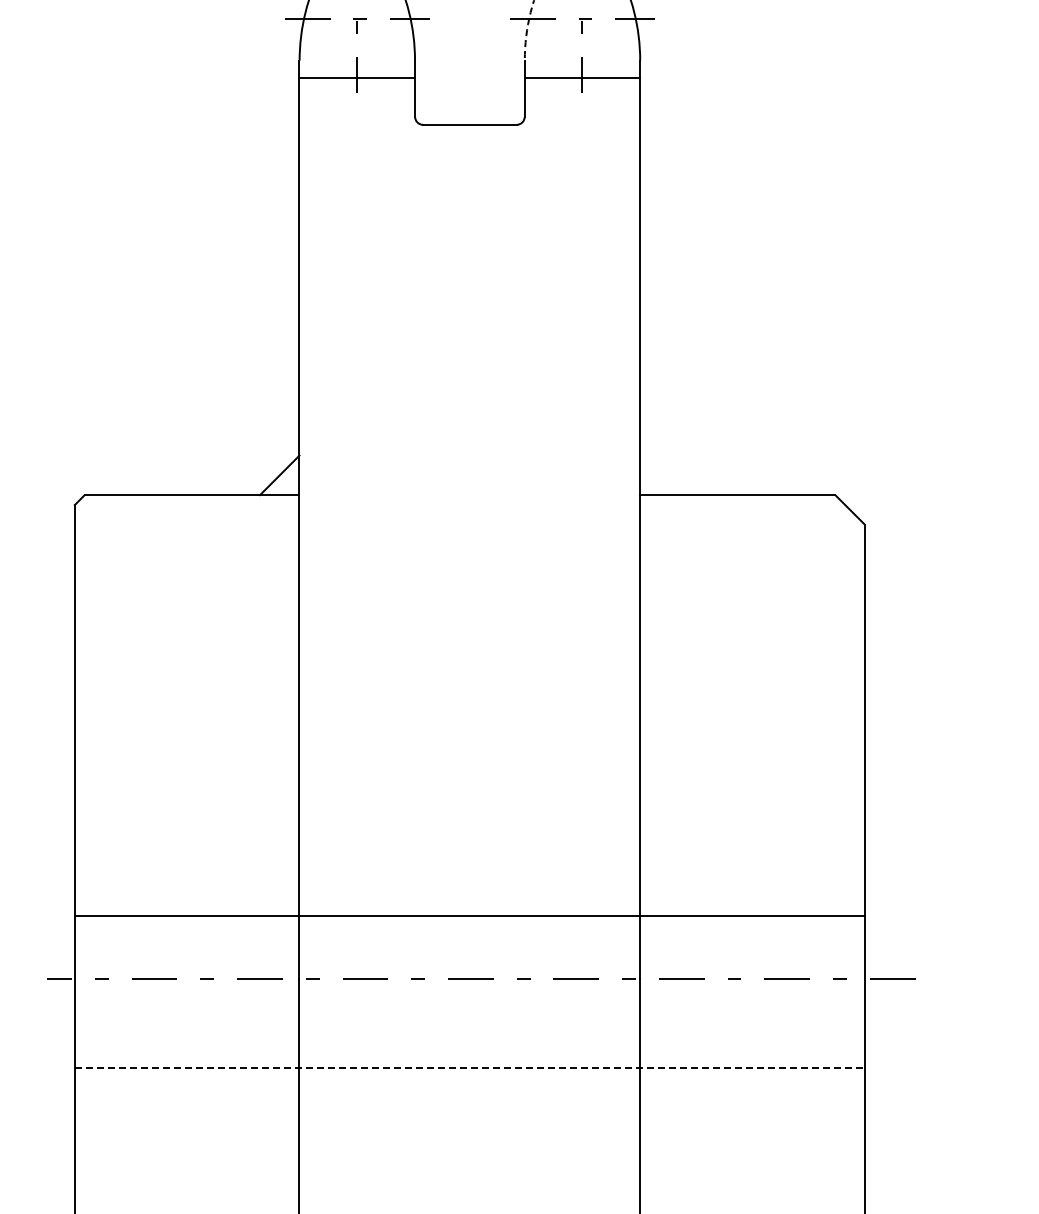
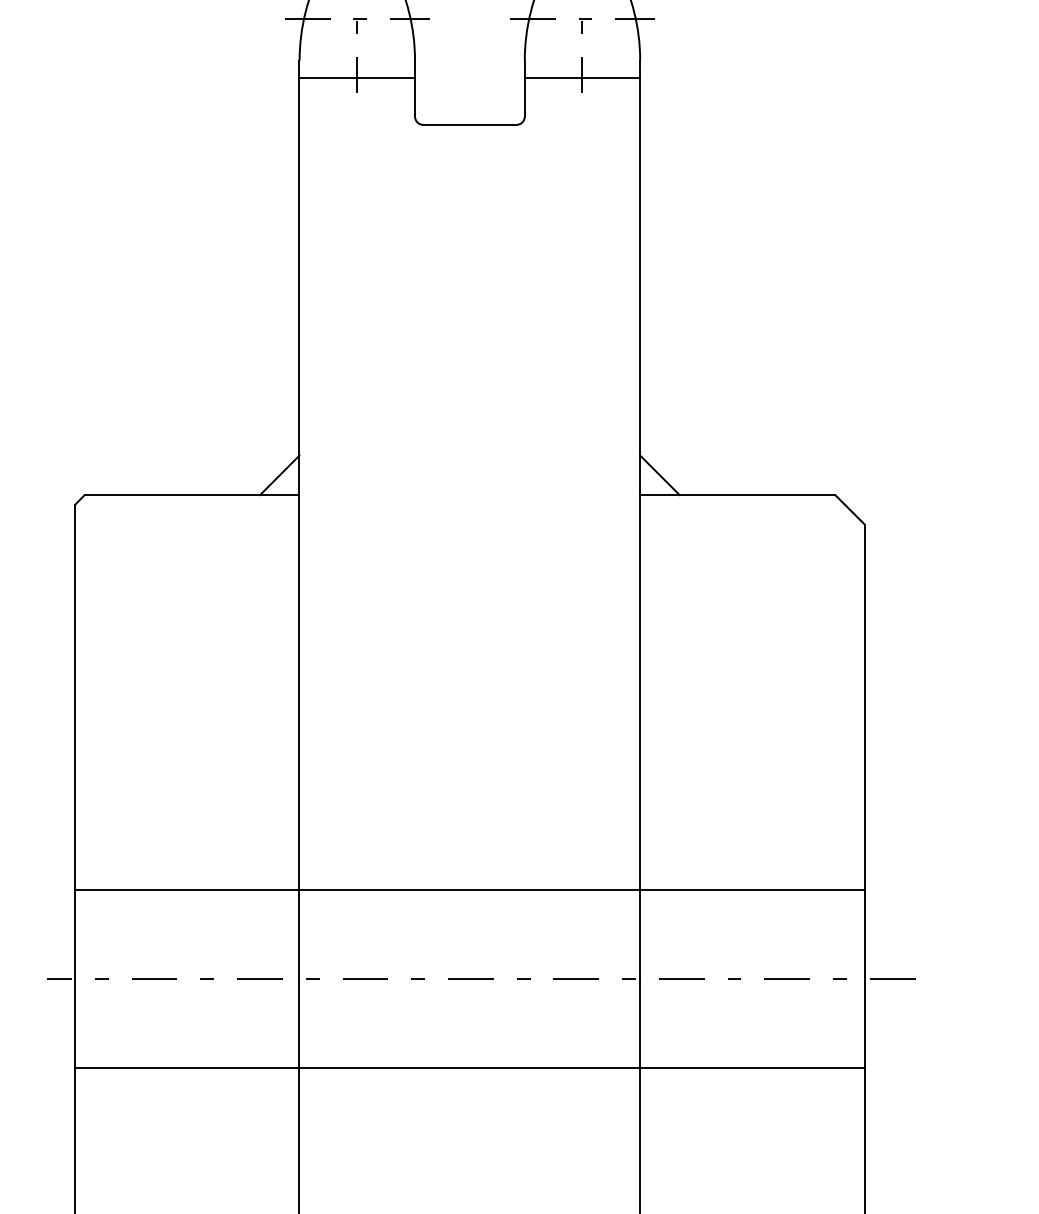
arc at (527, 29): dashed -> solid
line at (659, 475): none -> present
line at (469, 916) position: (469, 916) -> (469, 890)
line at (469, 1067): dashed -> solid
